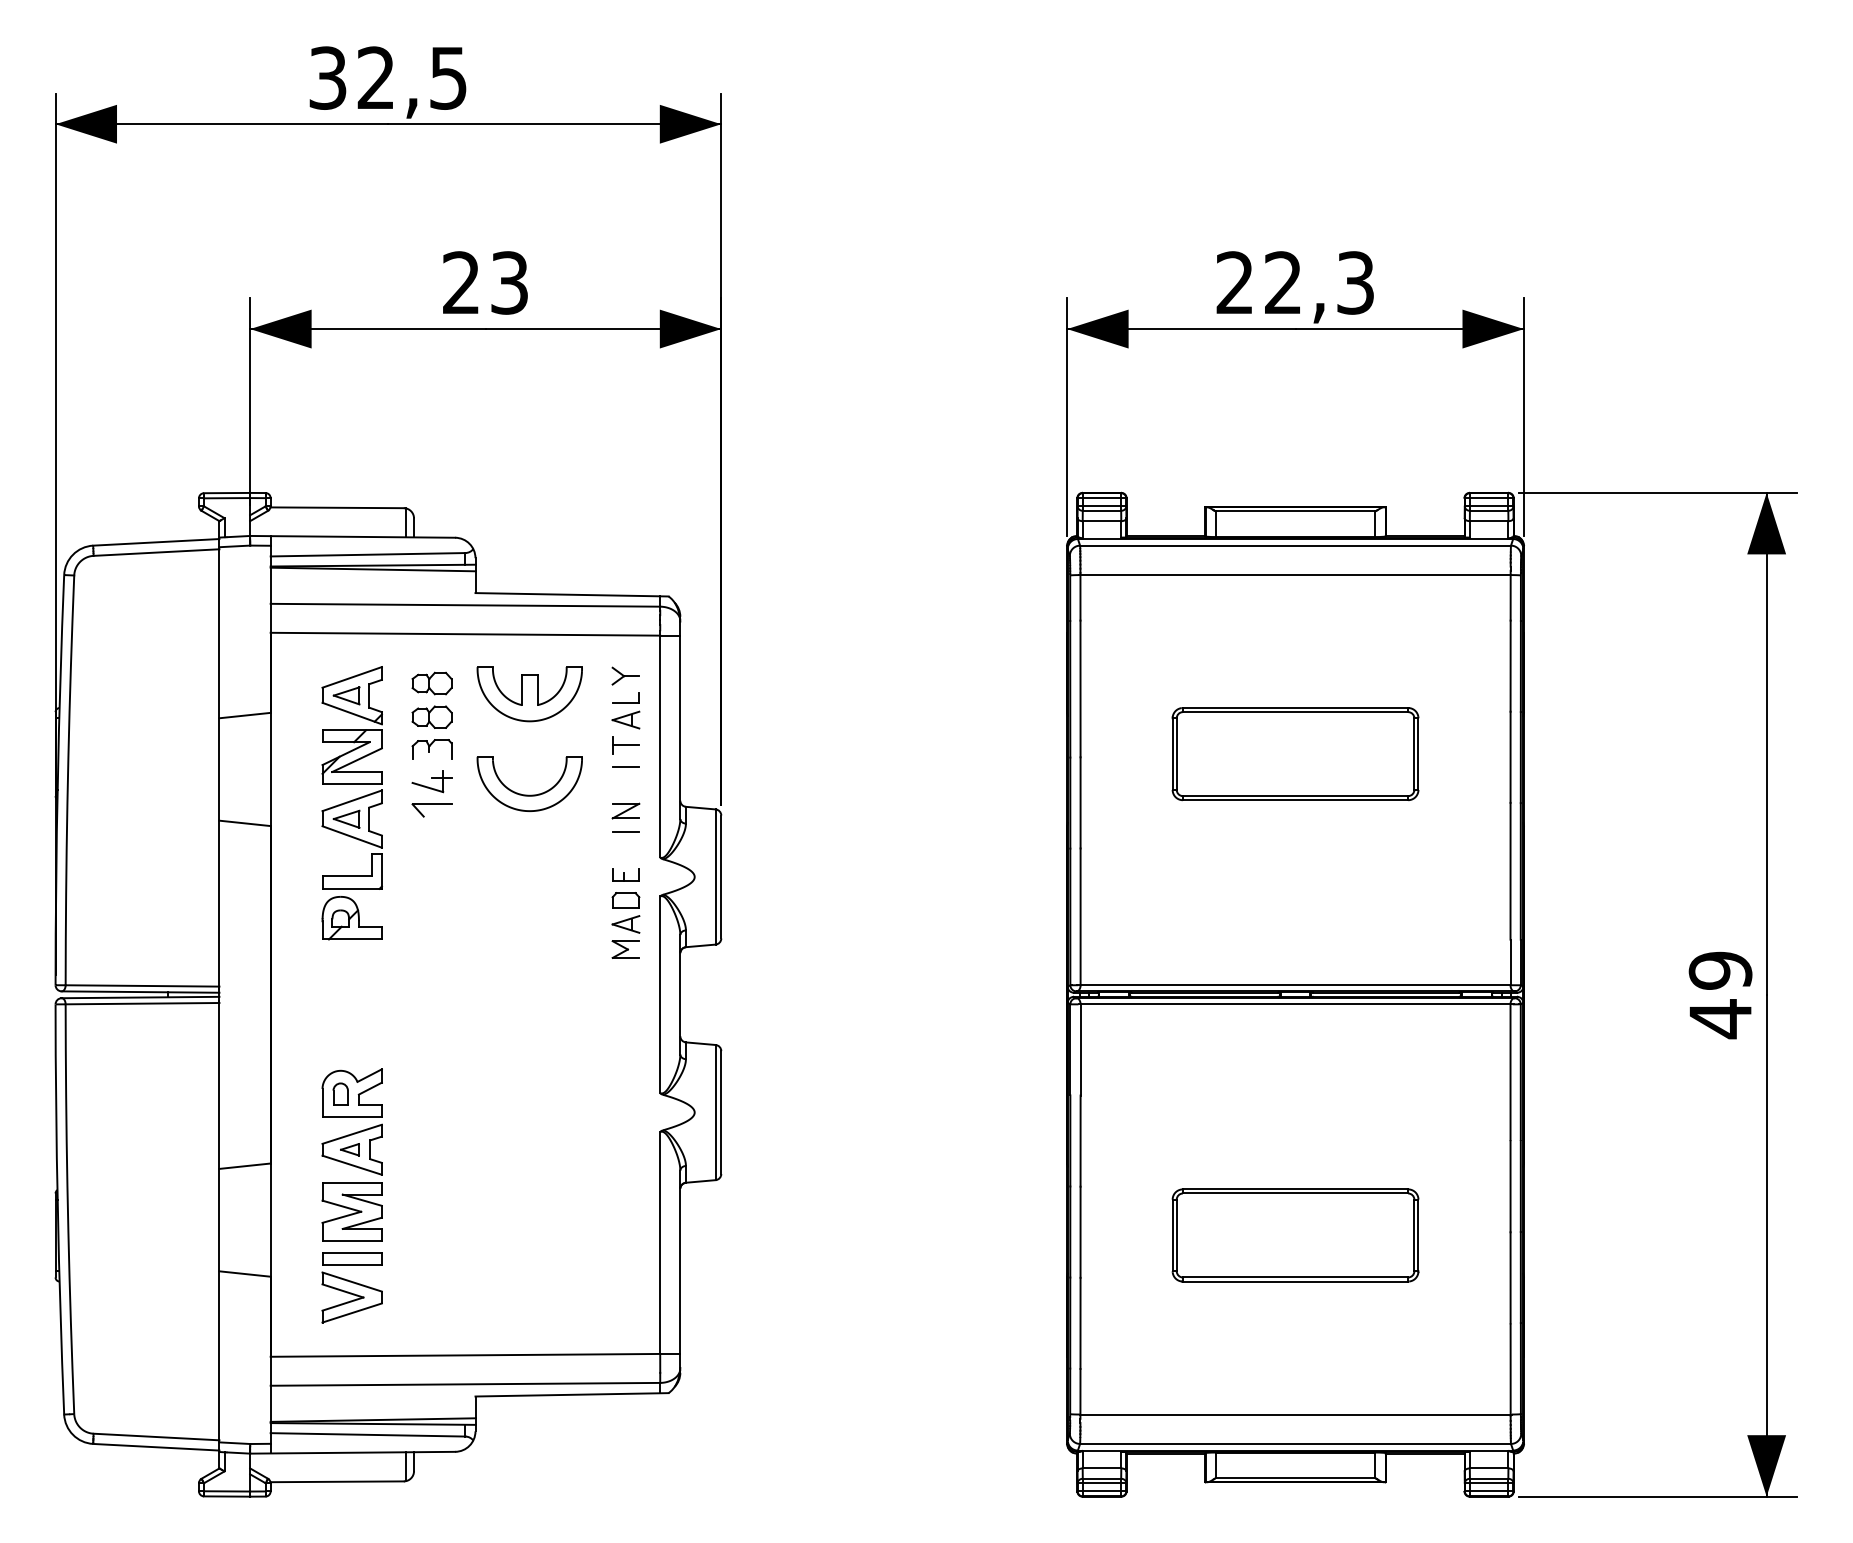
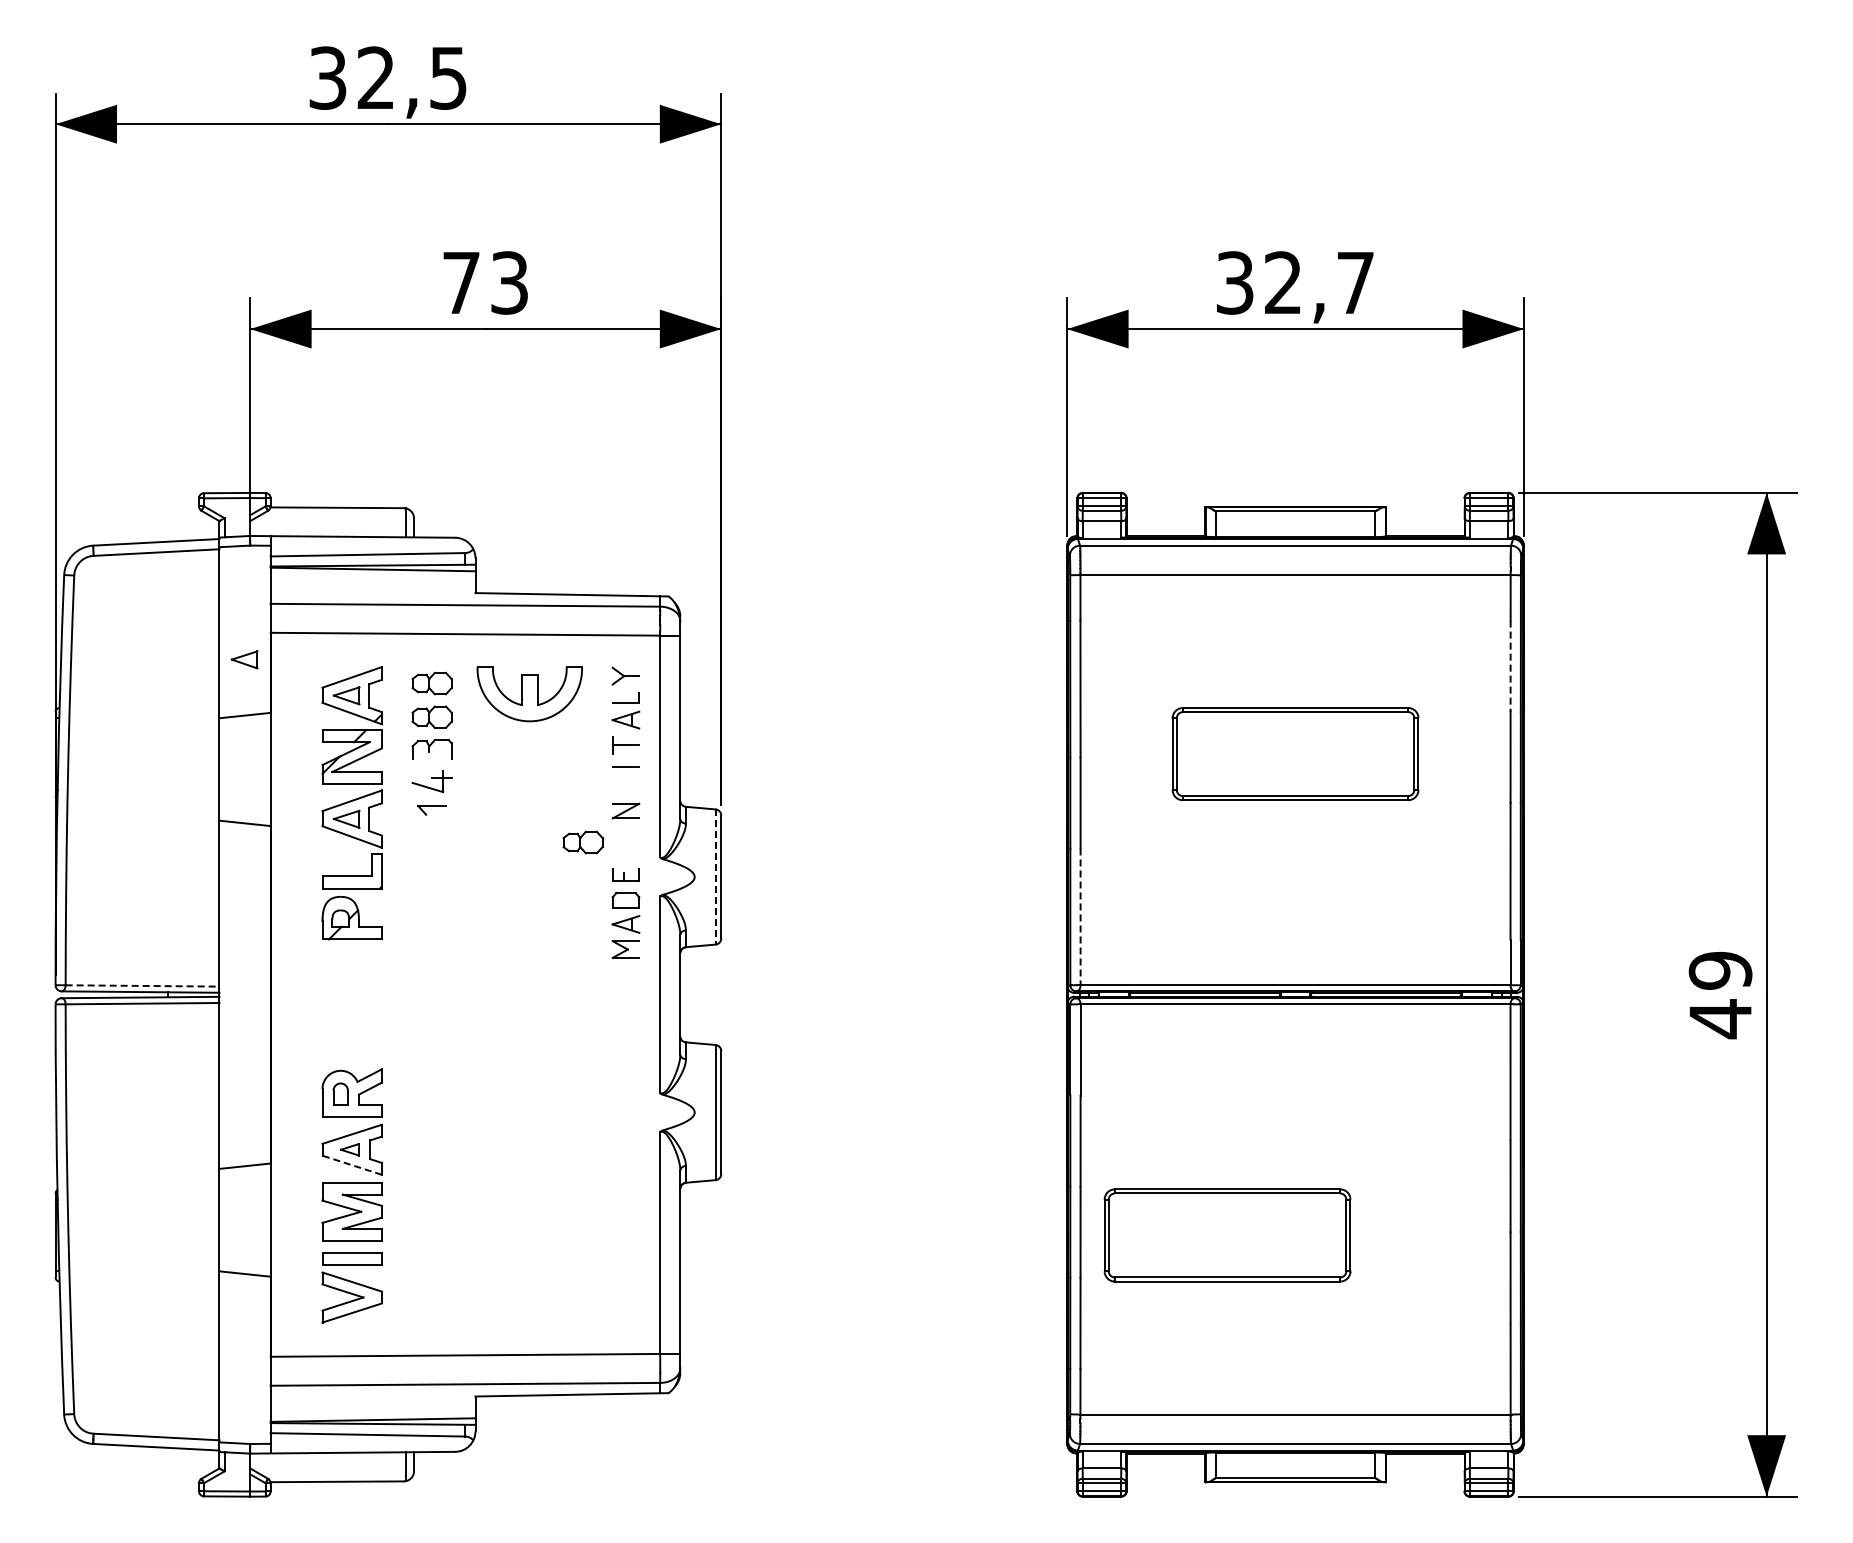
text at (461, 282): 23 -> 73
text at (1294, 282): 22,3 -> 32,7
part at (244, 659): none -> present
line at (1510, 666): solid -> dashed
part at (529, 794): present -> none
part at (431, 810) size: 42x15 px -> 30x11 px
line at (625, 831): present -> none
part at (582, 842): none -> present
line at (715, 877): solid -> dashed
line at (1080, 917): solid -> dashed
line at (142, 985): solid -> dashed
line at (351, 1165): solid -> dashed
part at (1295, 1235) position: (1295, 1235) -> (1227, 1235)
